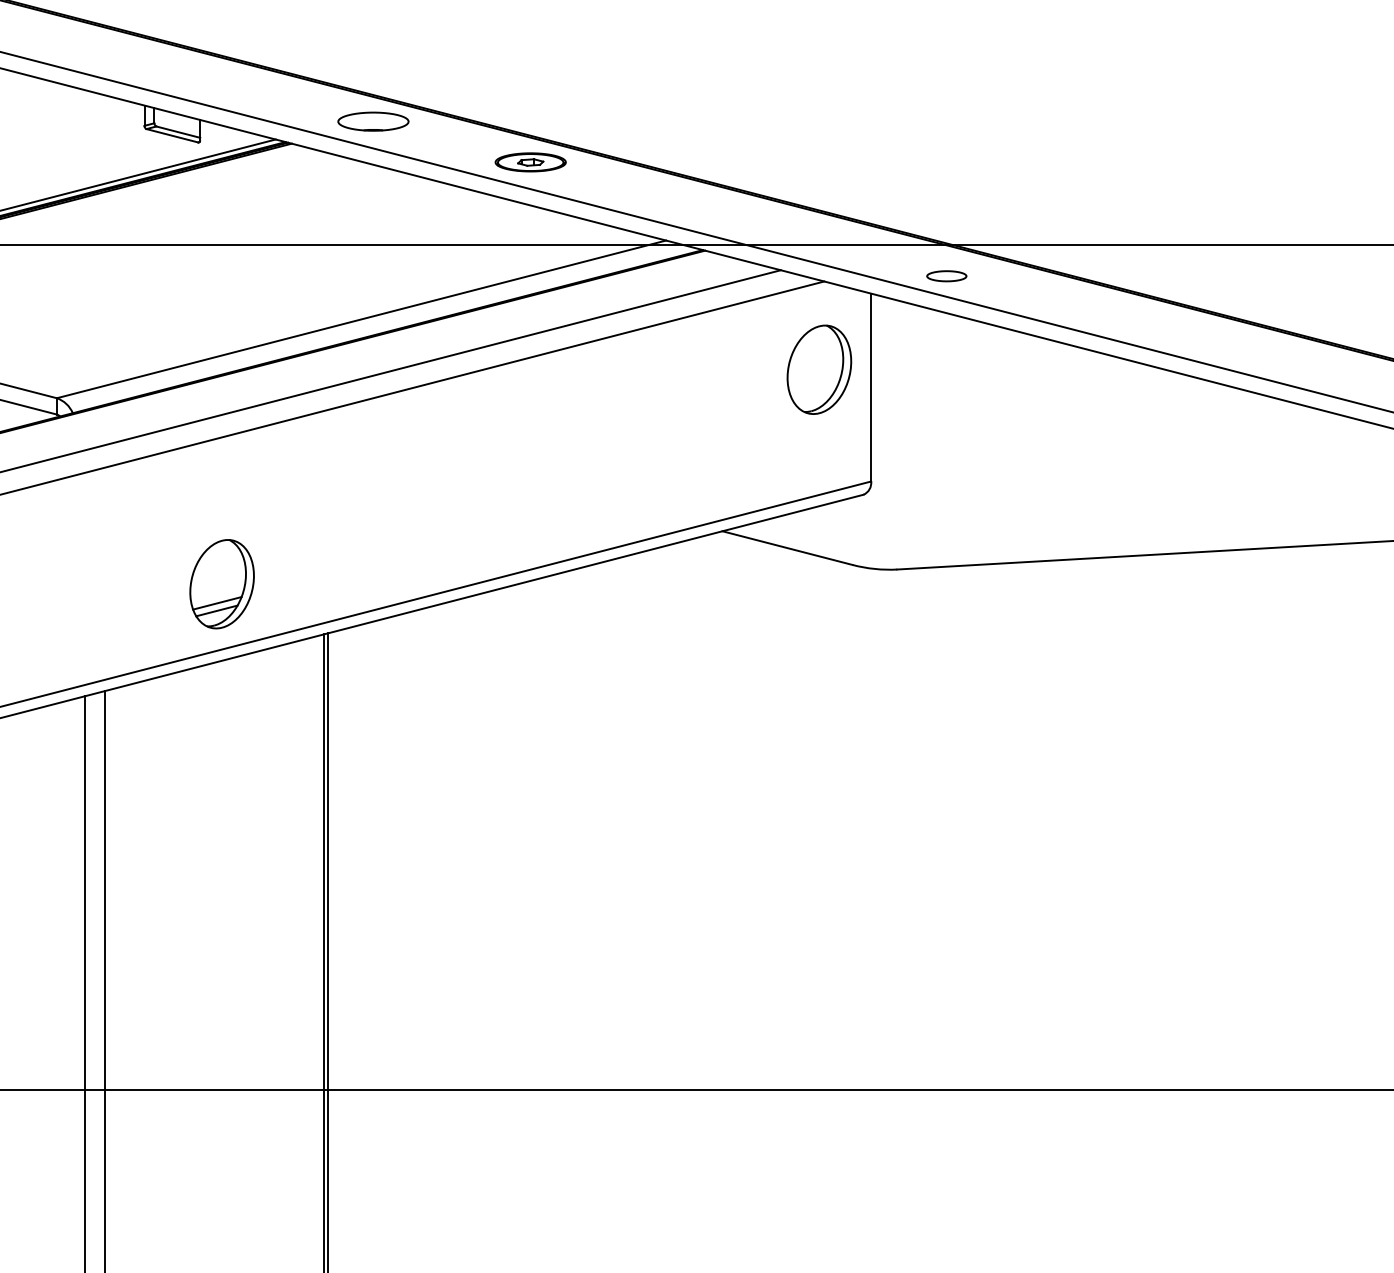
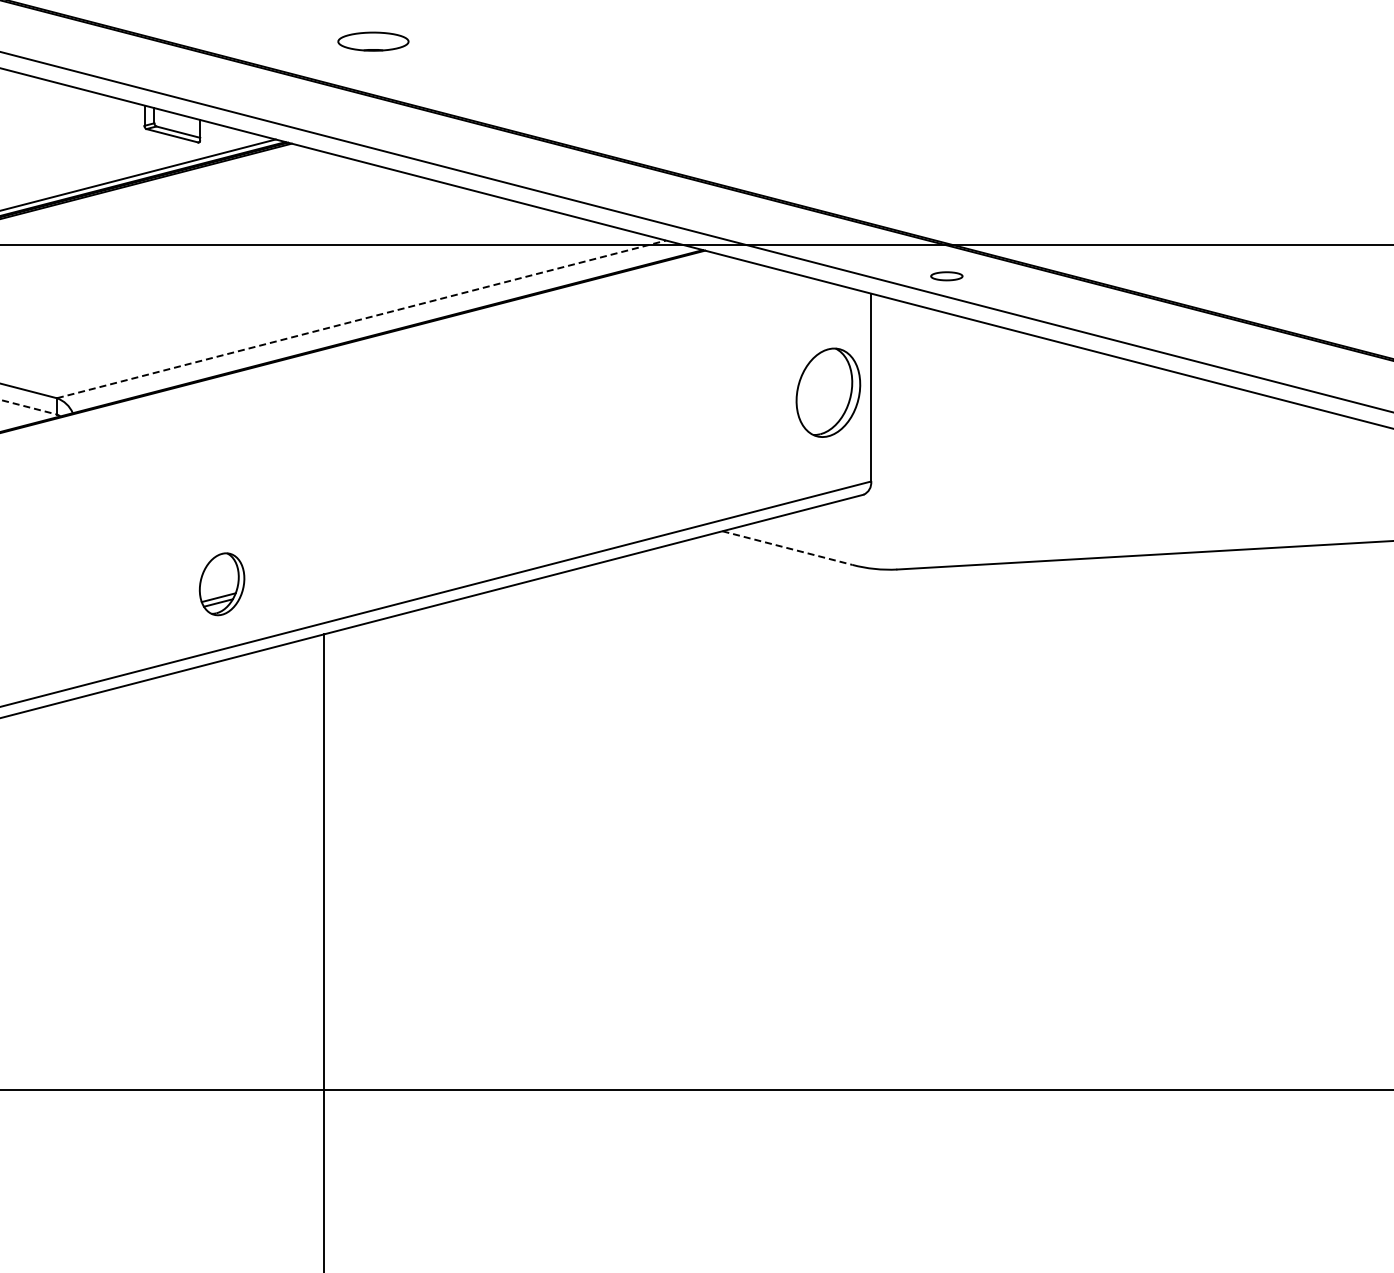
part at (373, 121) position: (373, 121) -> (373, 41)
part at (530, 162): present -> none
part at (946, 276) size: 42x13 px -> 34x11 px
line at (361, 319): solid -> dashed
part at (819, 369) position: (819, 369) -> (828, 392)
line at (391, 370): present -> none
line at (413, 387): present -> none
line at (28, 407): solid -> dashed
line at (787, 548): solid -> dashed
part at (221, 584) size: 66x91 px -> 48x65 px
line at (327, 951): present -> none
line at (104, 980): present -> none
line at (84, 982): present -> none
